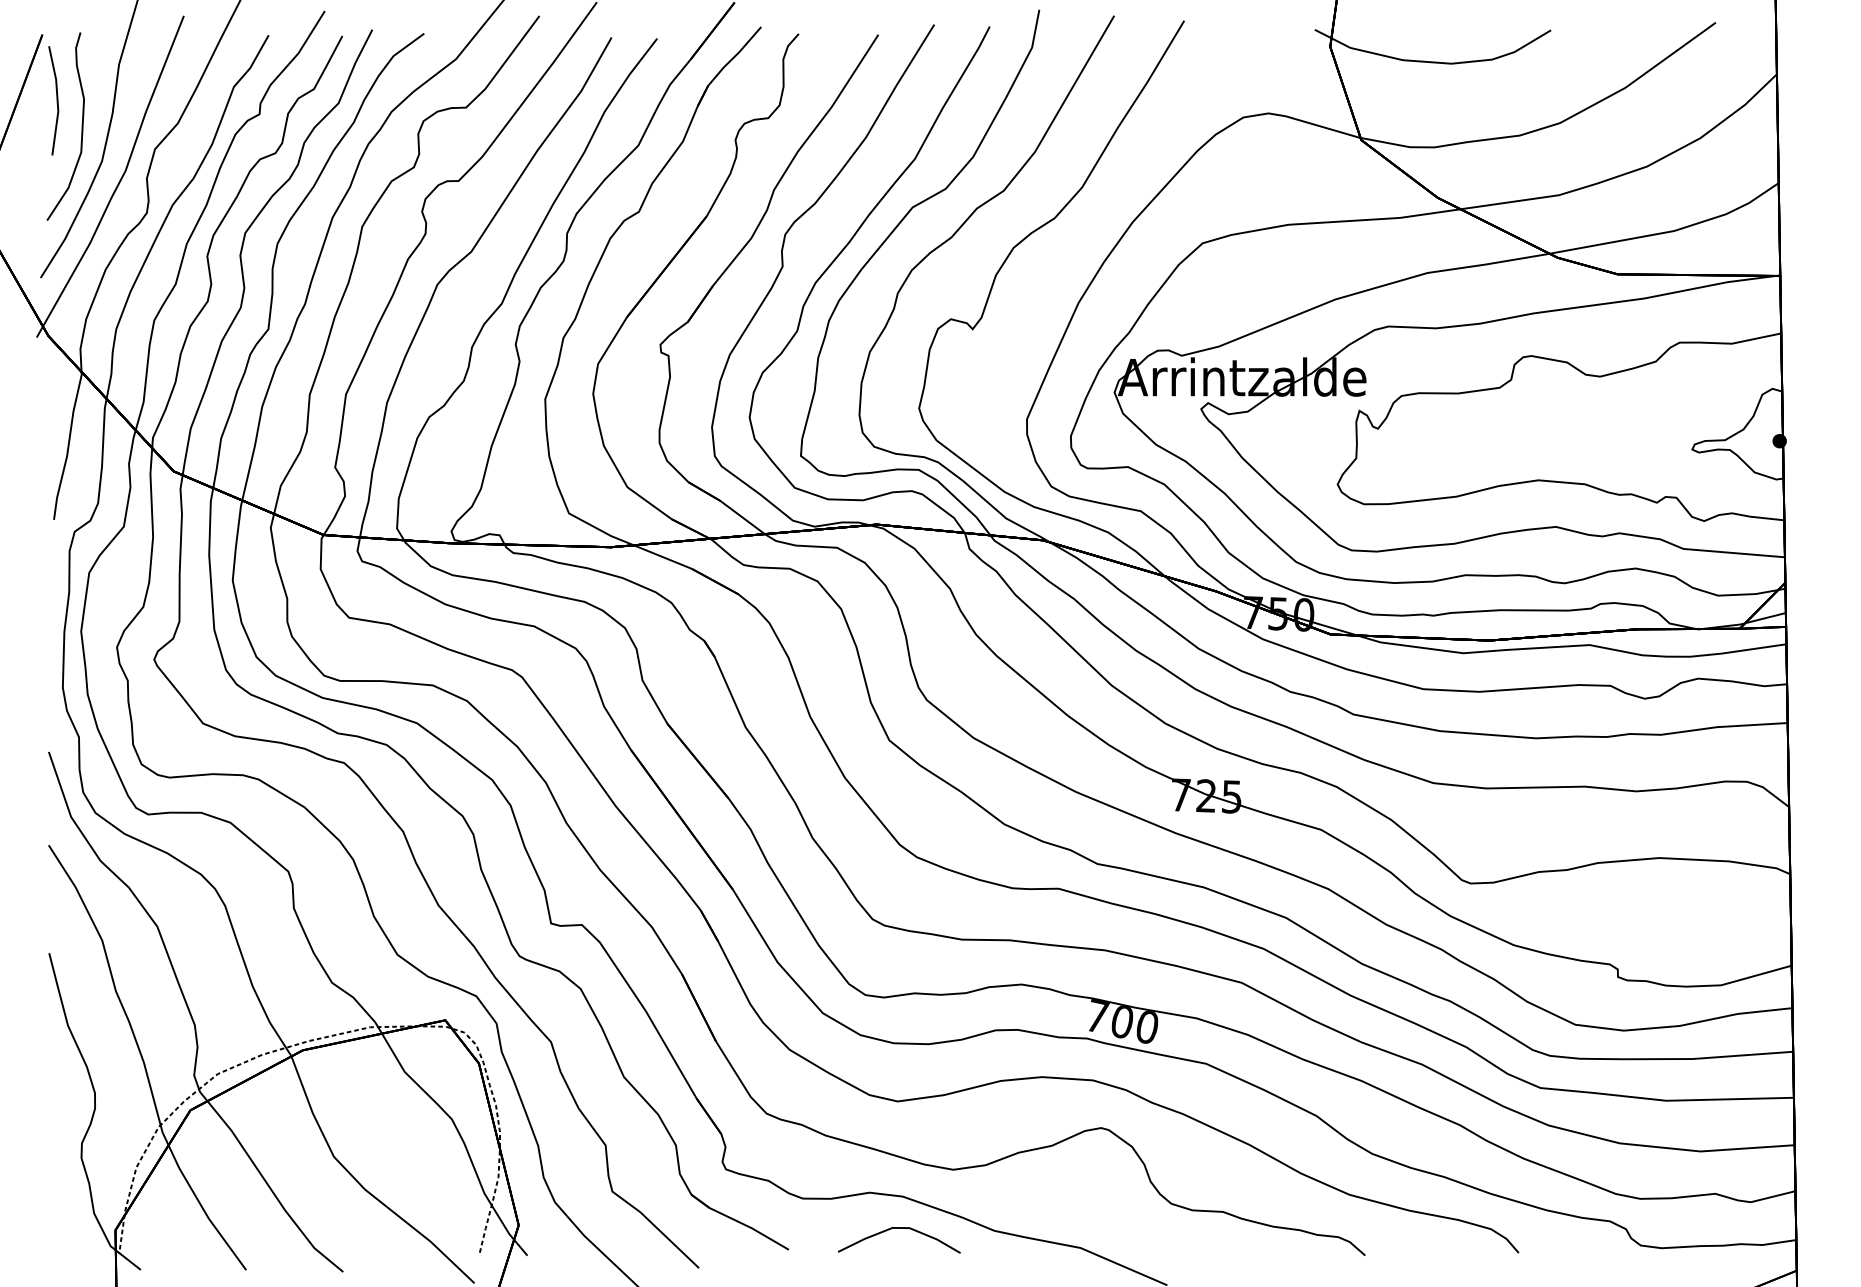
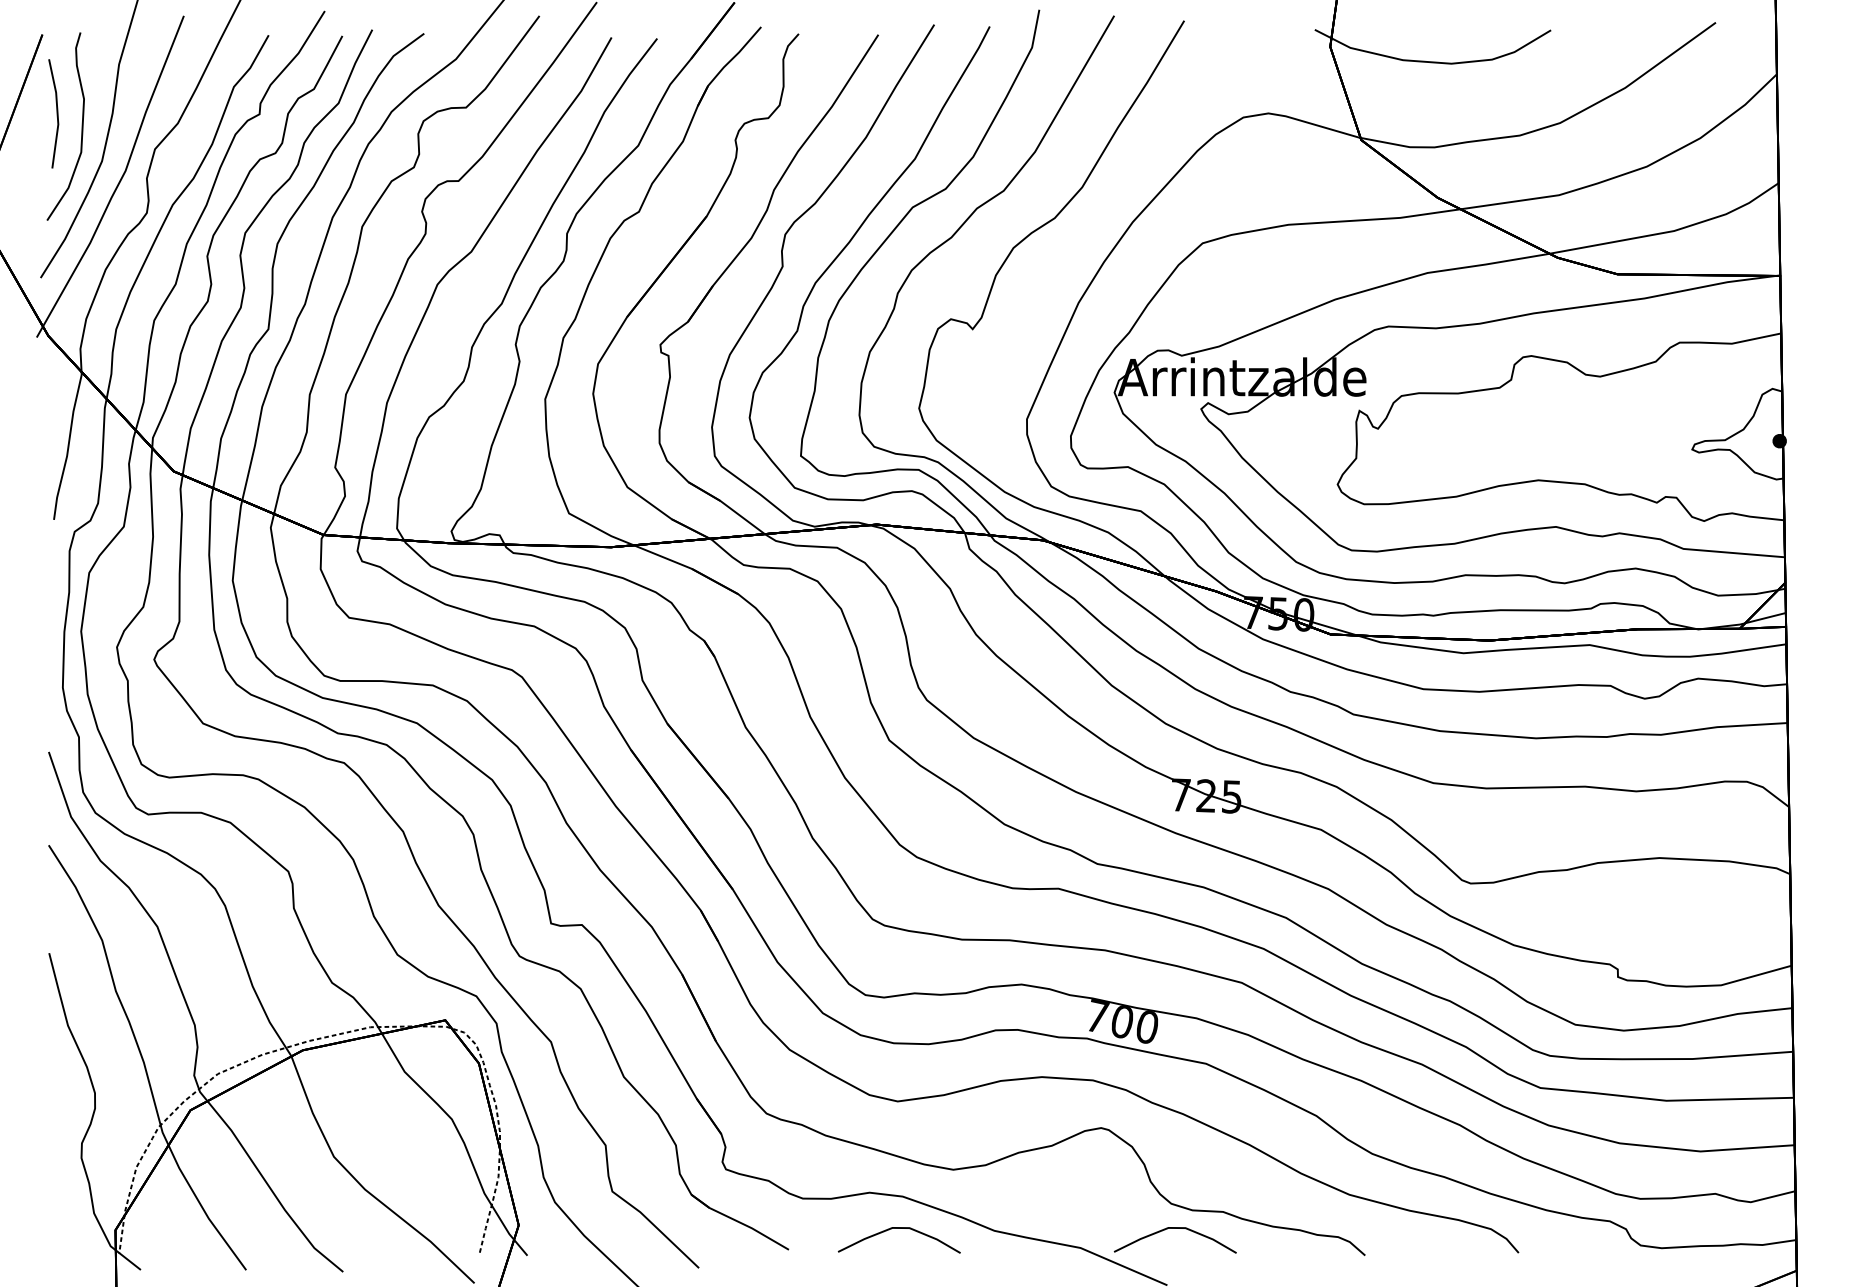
line at (56, 100) position: (56, 100) -> (56, 113)
curve at (1174, 1228): none -> present
